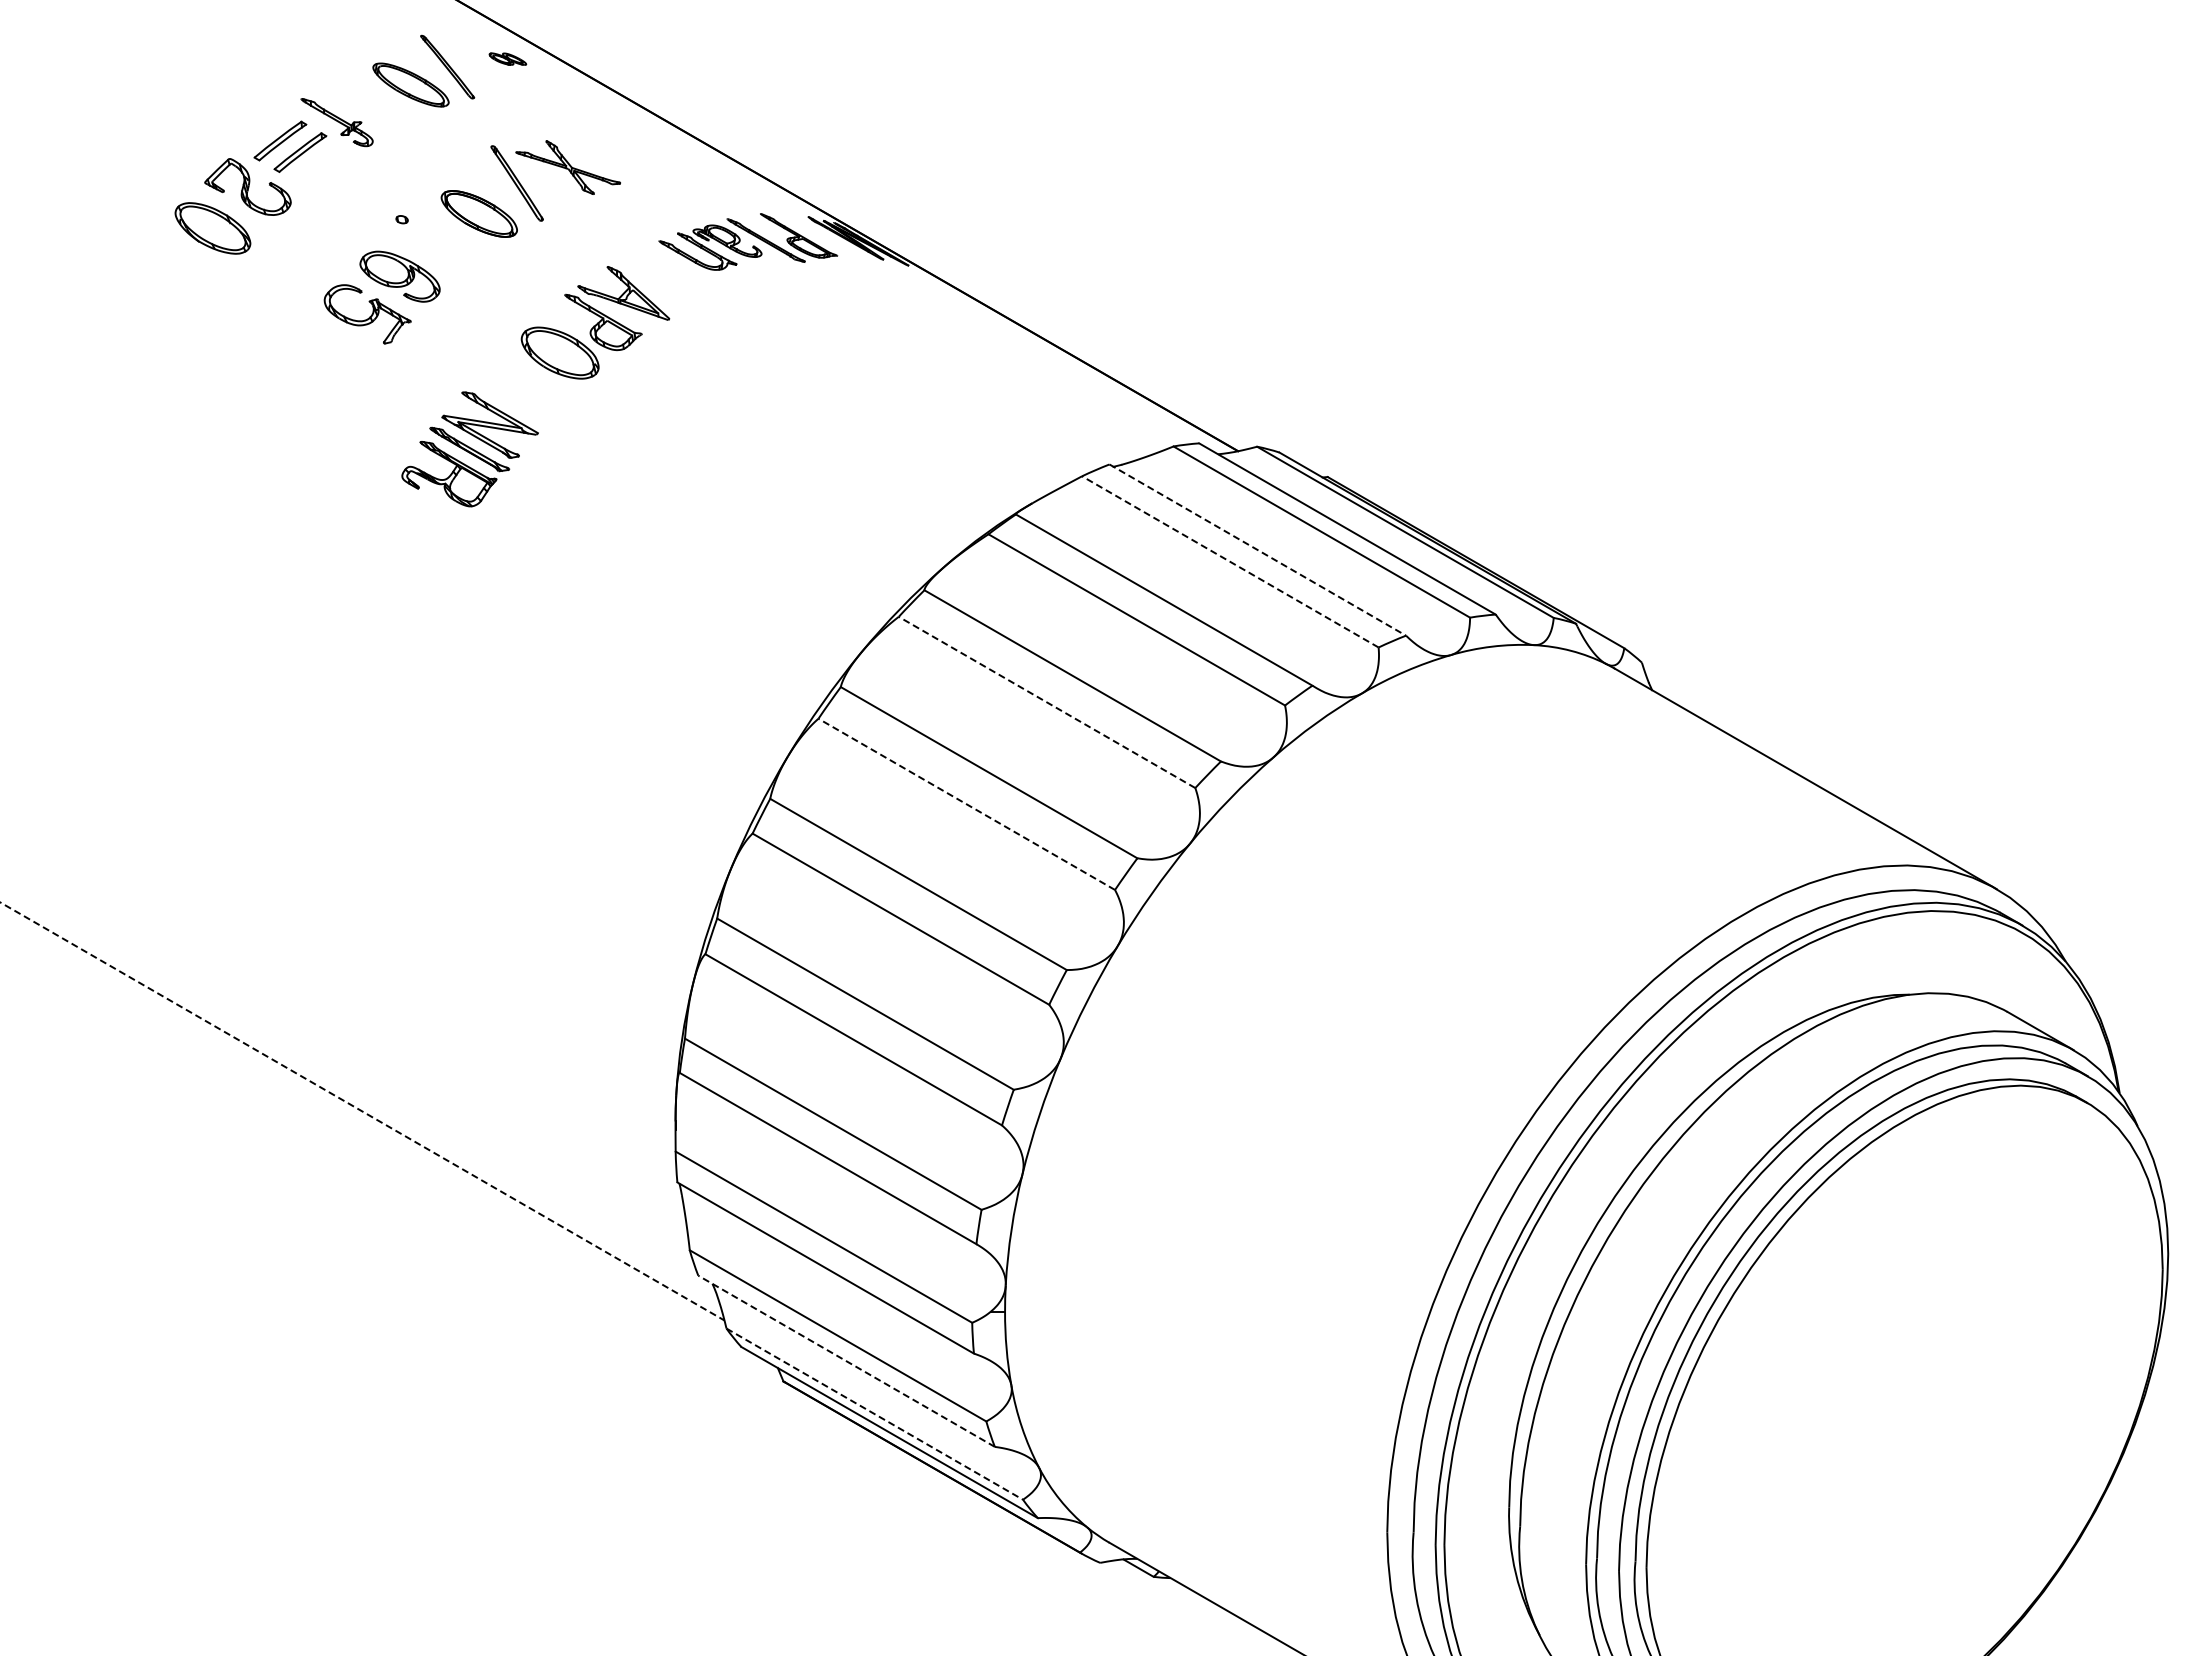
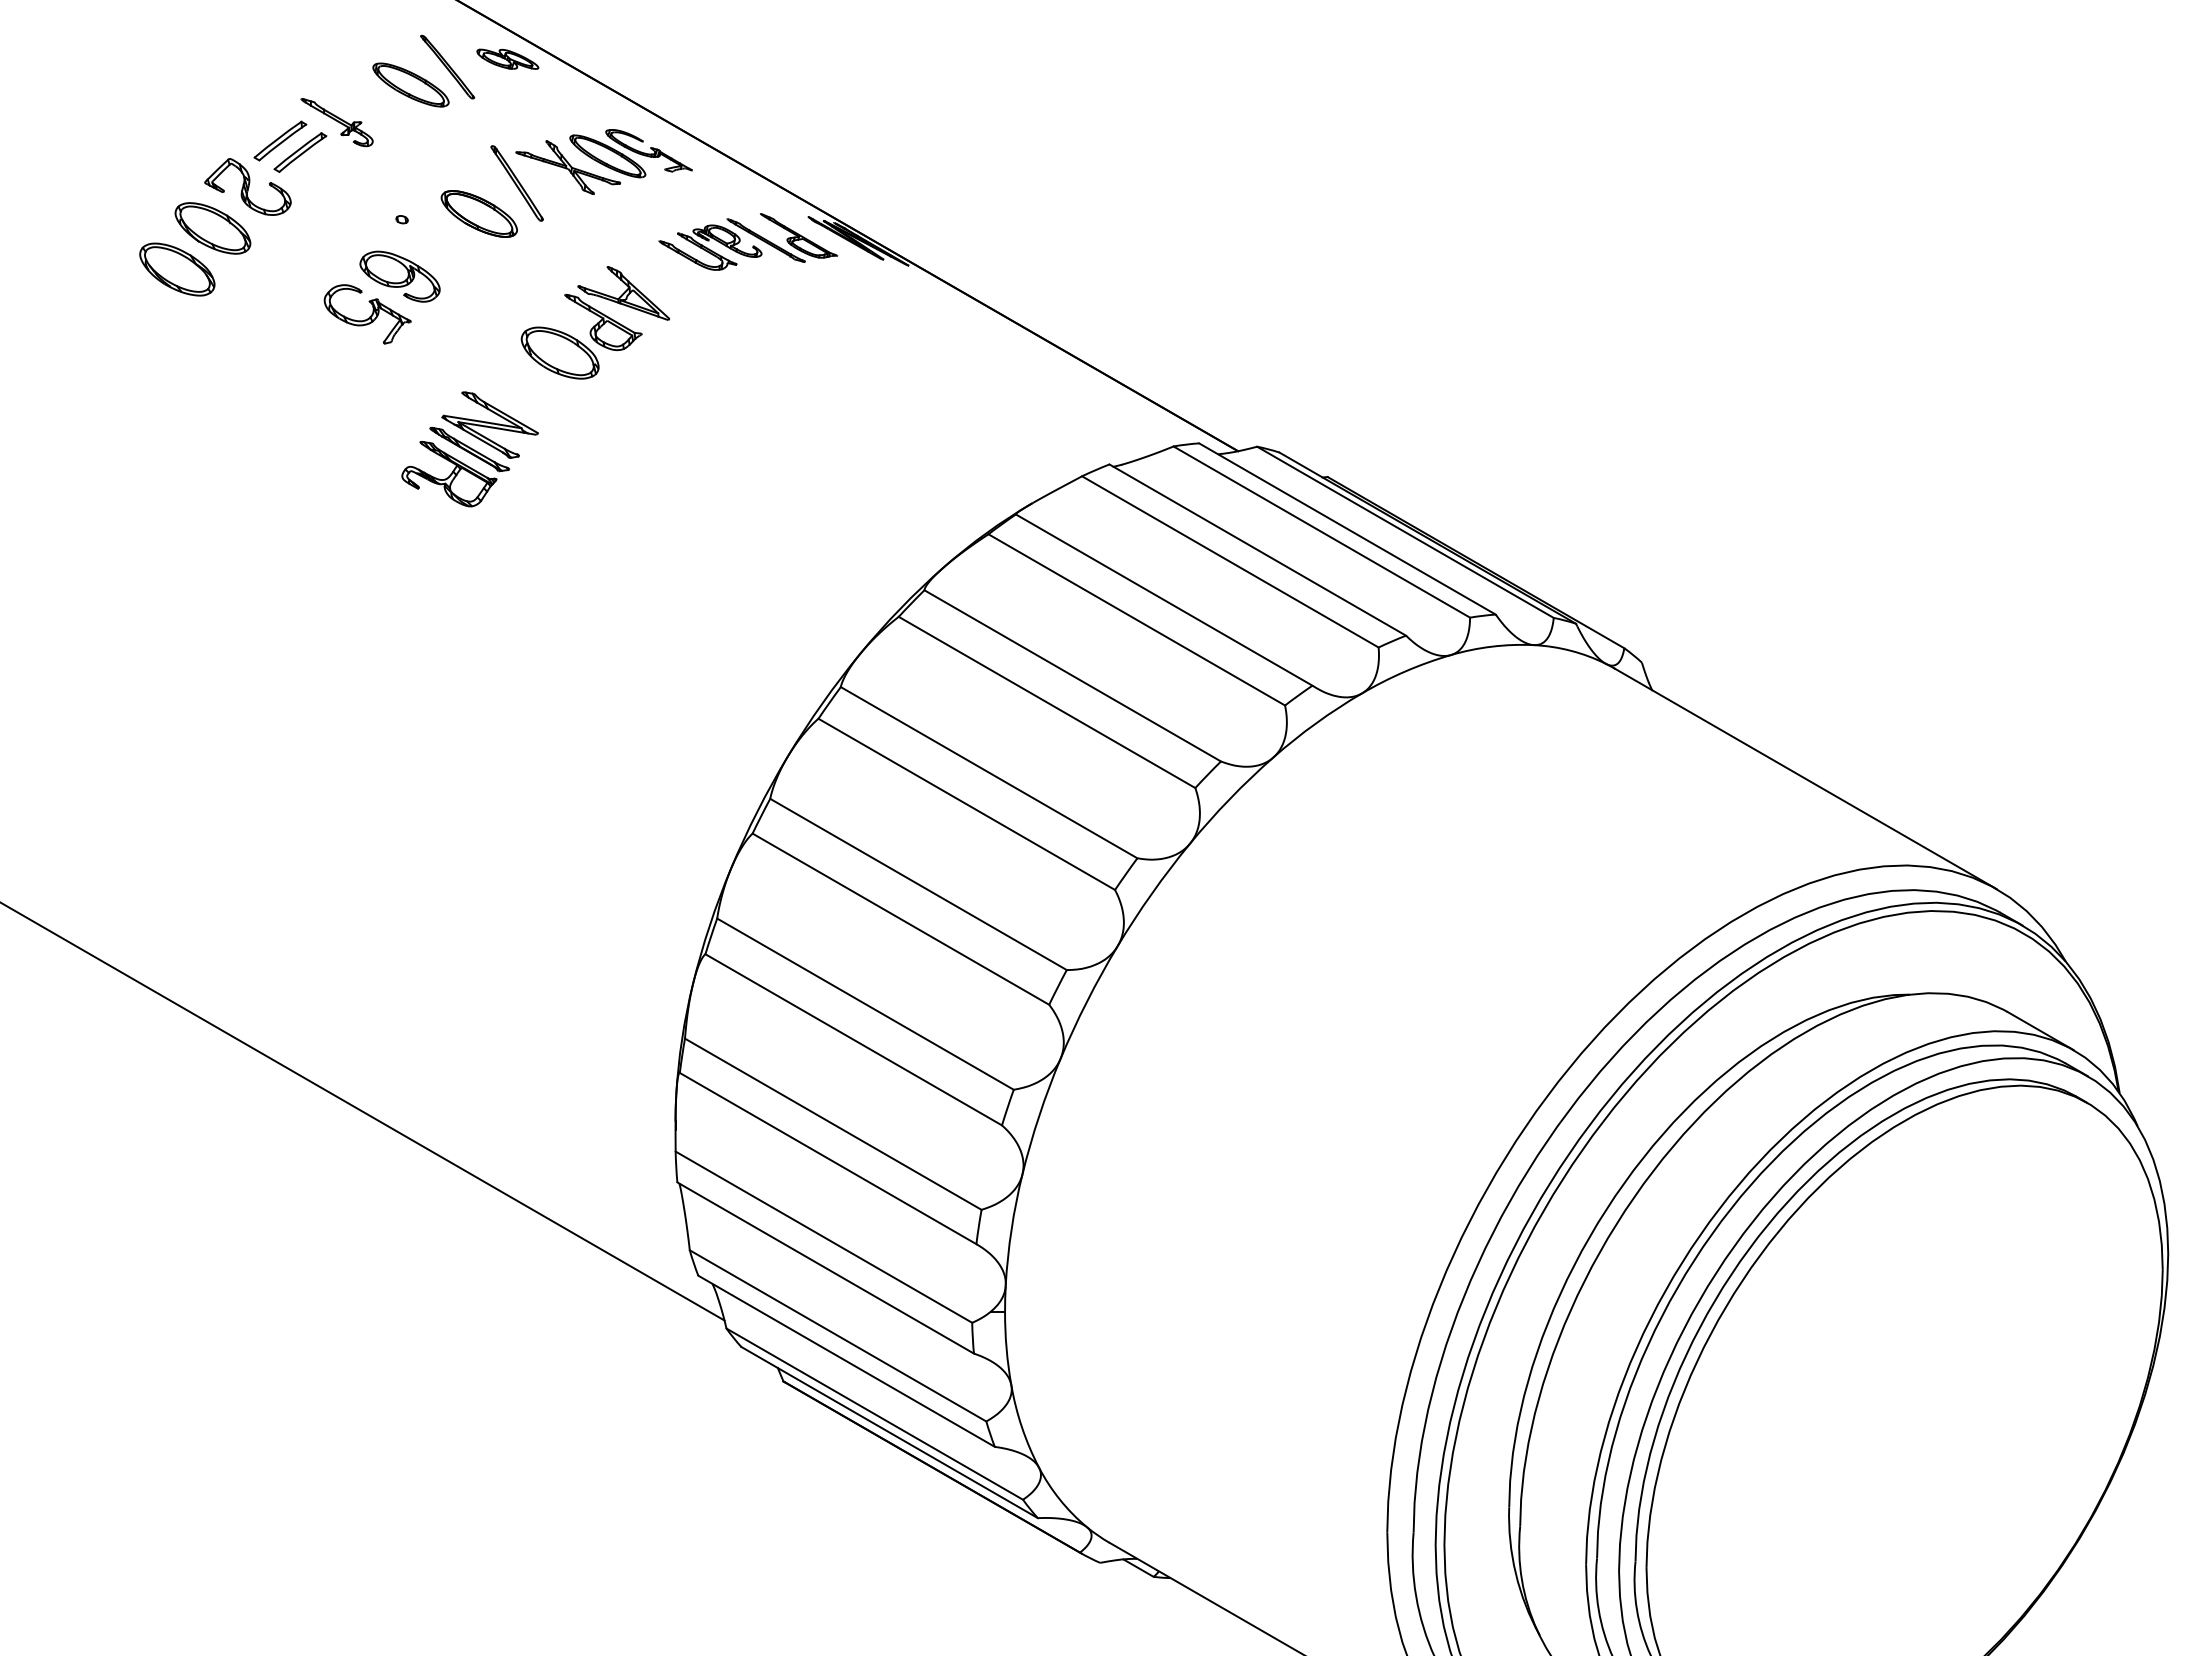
part at (507, 58) size: 40x14 px -> 64x22 px
part at (630, 153): none -> present
part at (177, 269): none -> present
line at (1258, 550): dashed -> solid
line at (1229, 561): dashed -> solid
line at (1046, 702): dashed -> solid
line at (966, 804): dashed -> solid
line at (362, 1111): dashed -> solid
line at (846, 1361): dashed -> solid
line at (875, 1414): dashed -> solid
